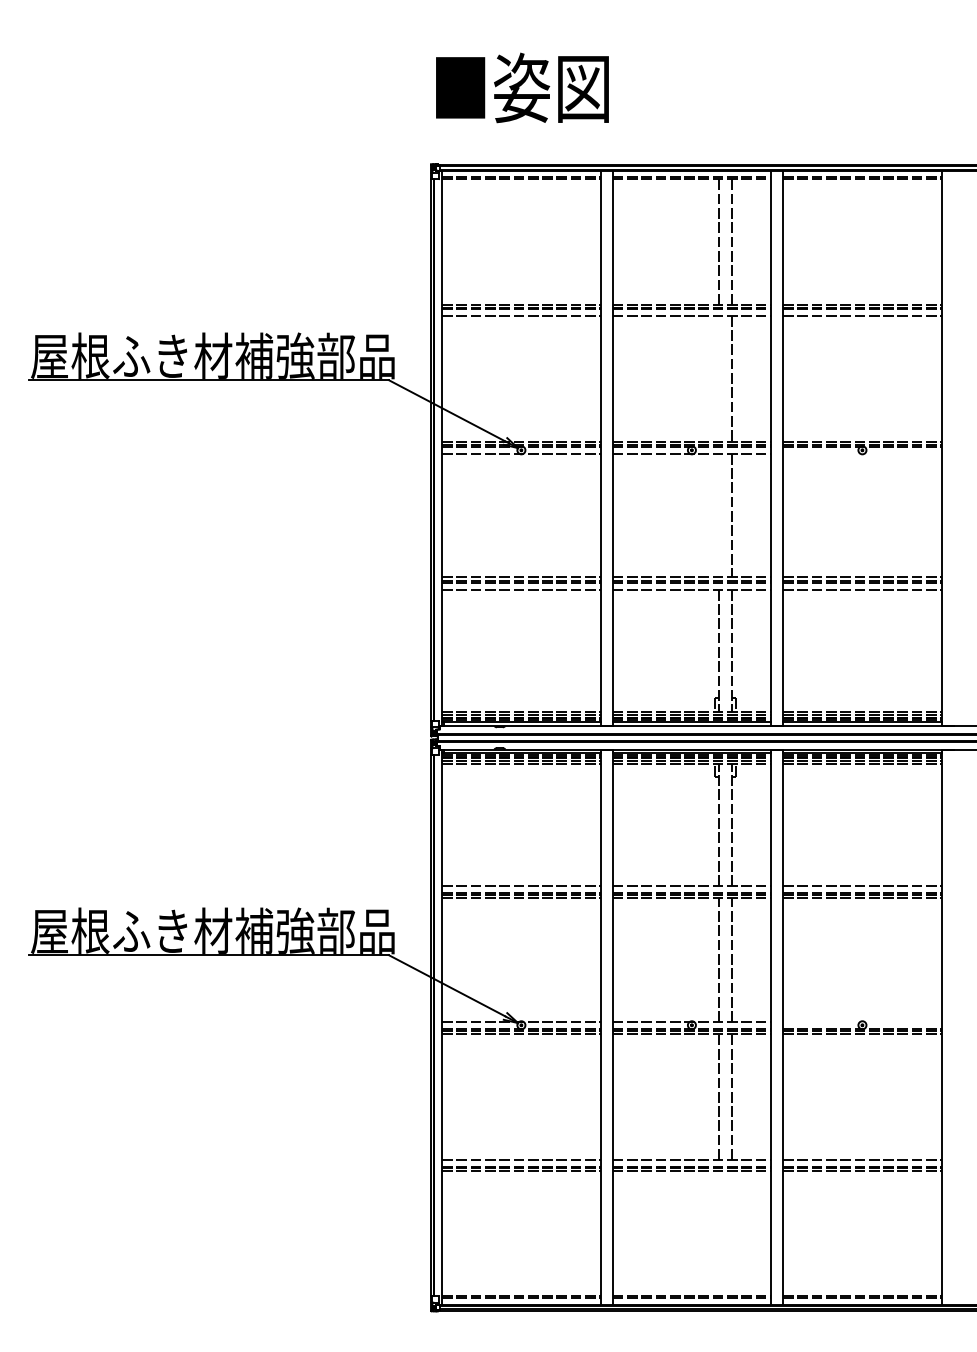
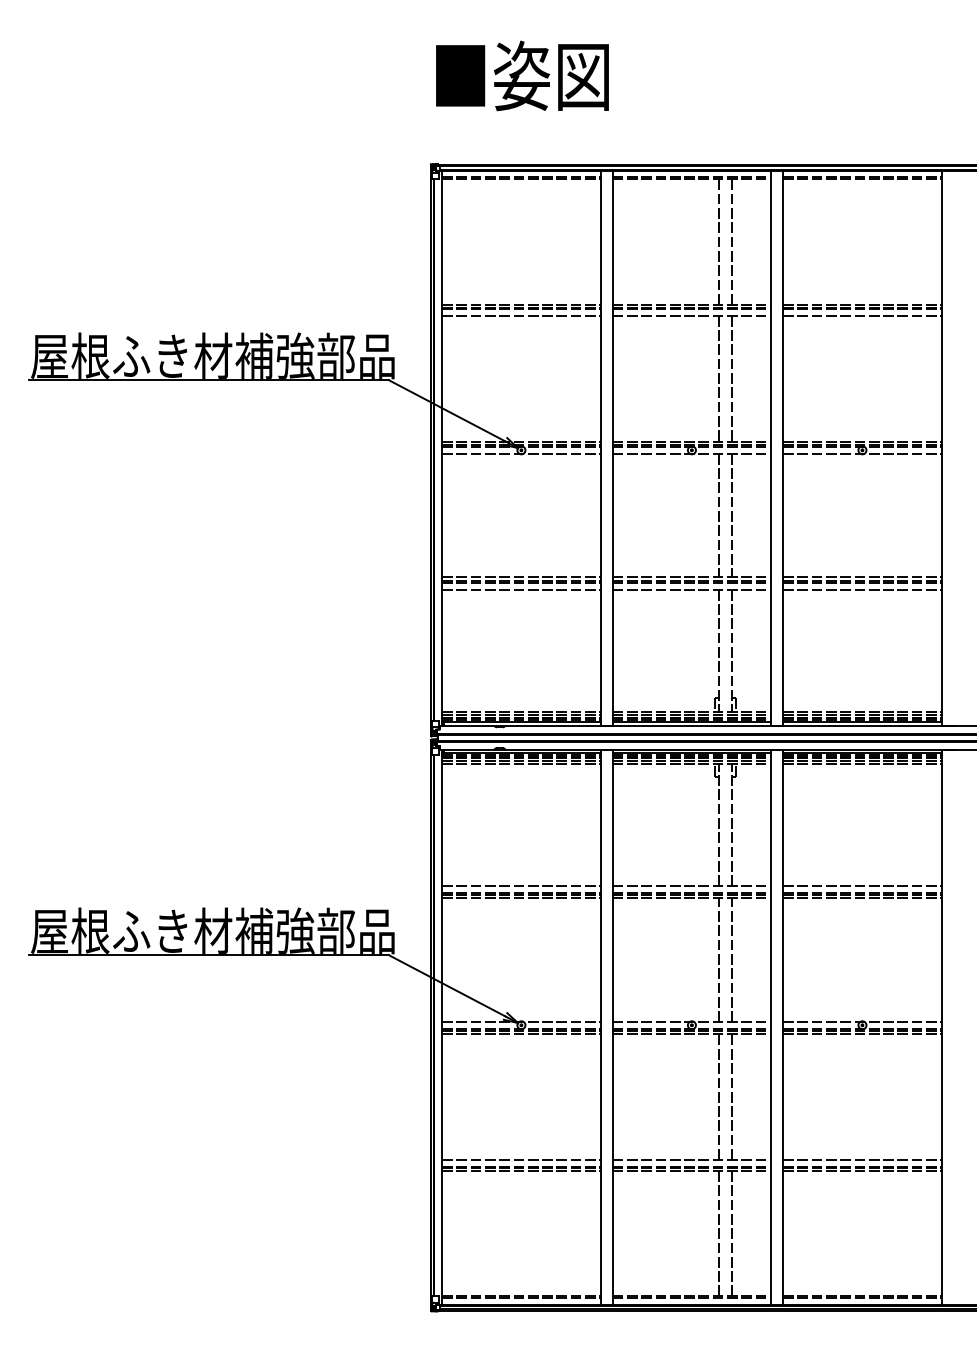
text at (522, 87) position: (522, 87) -> (522, 75)
line at (718, 378): none -> present
line at (862, 453): none -> present
line at (718, 515): none -> present
line at (862, 1021): none -> present
line at (718, 1233): none -> present
line at (731, 1233): none -> present
